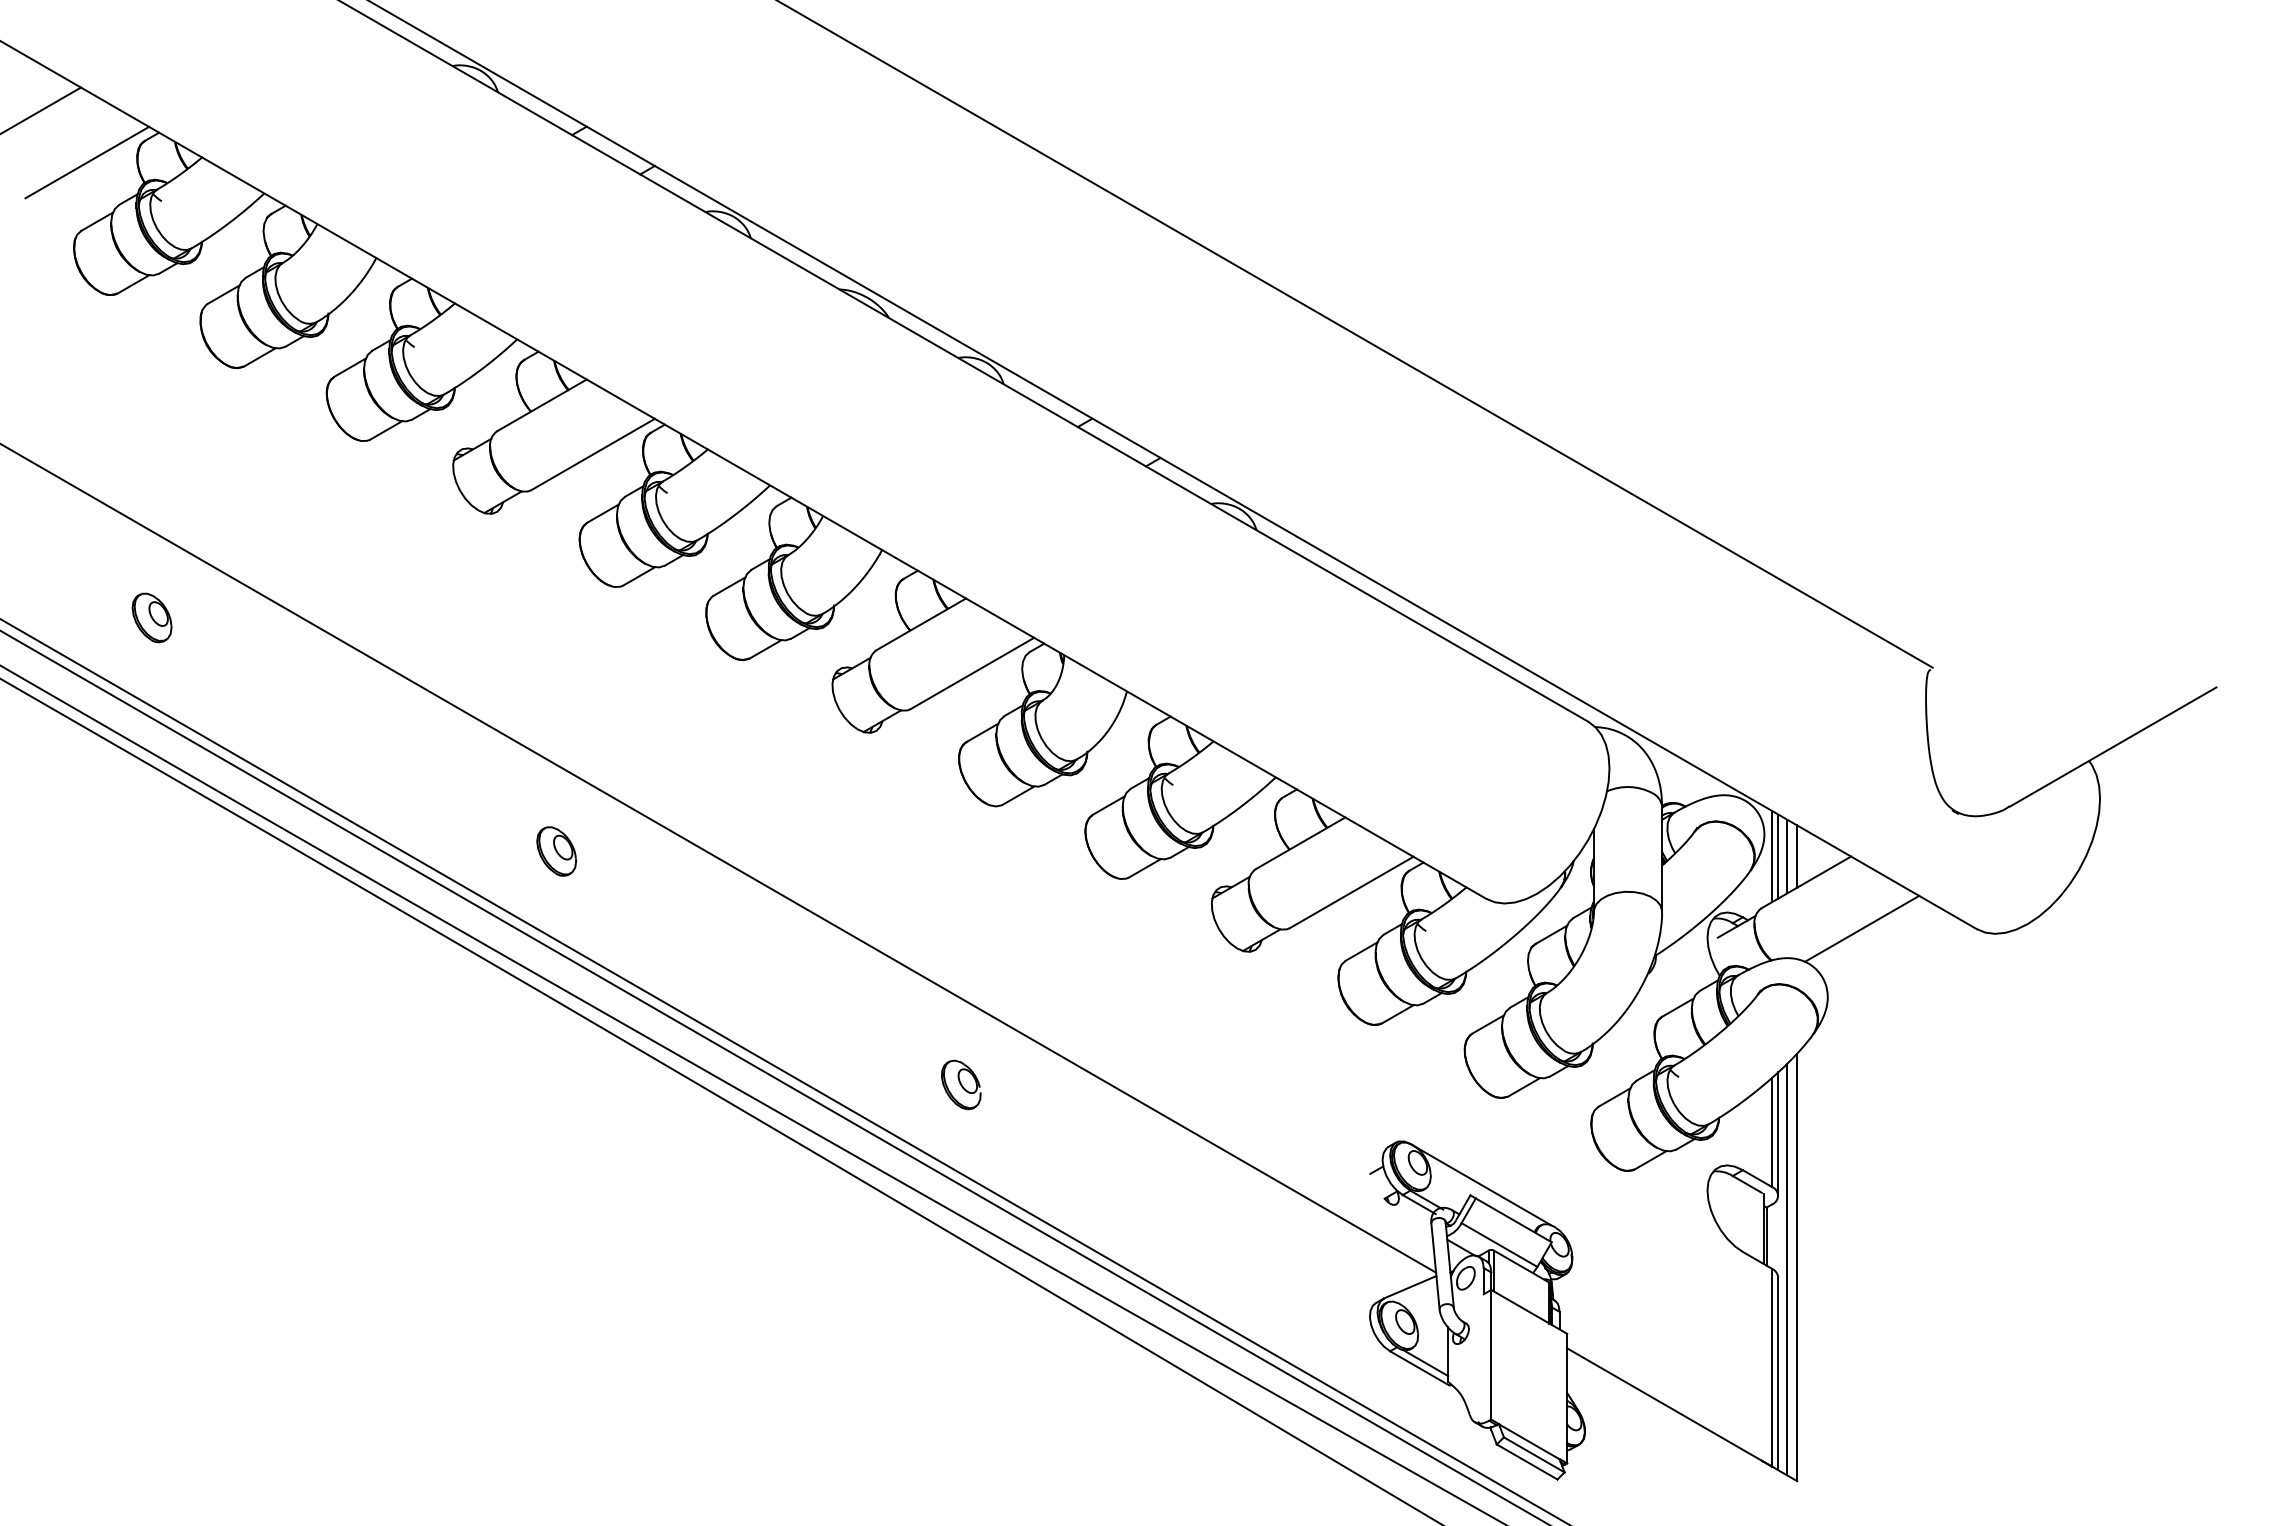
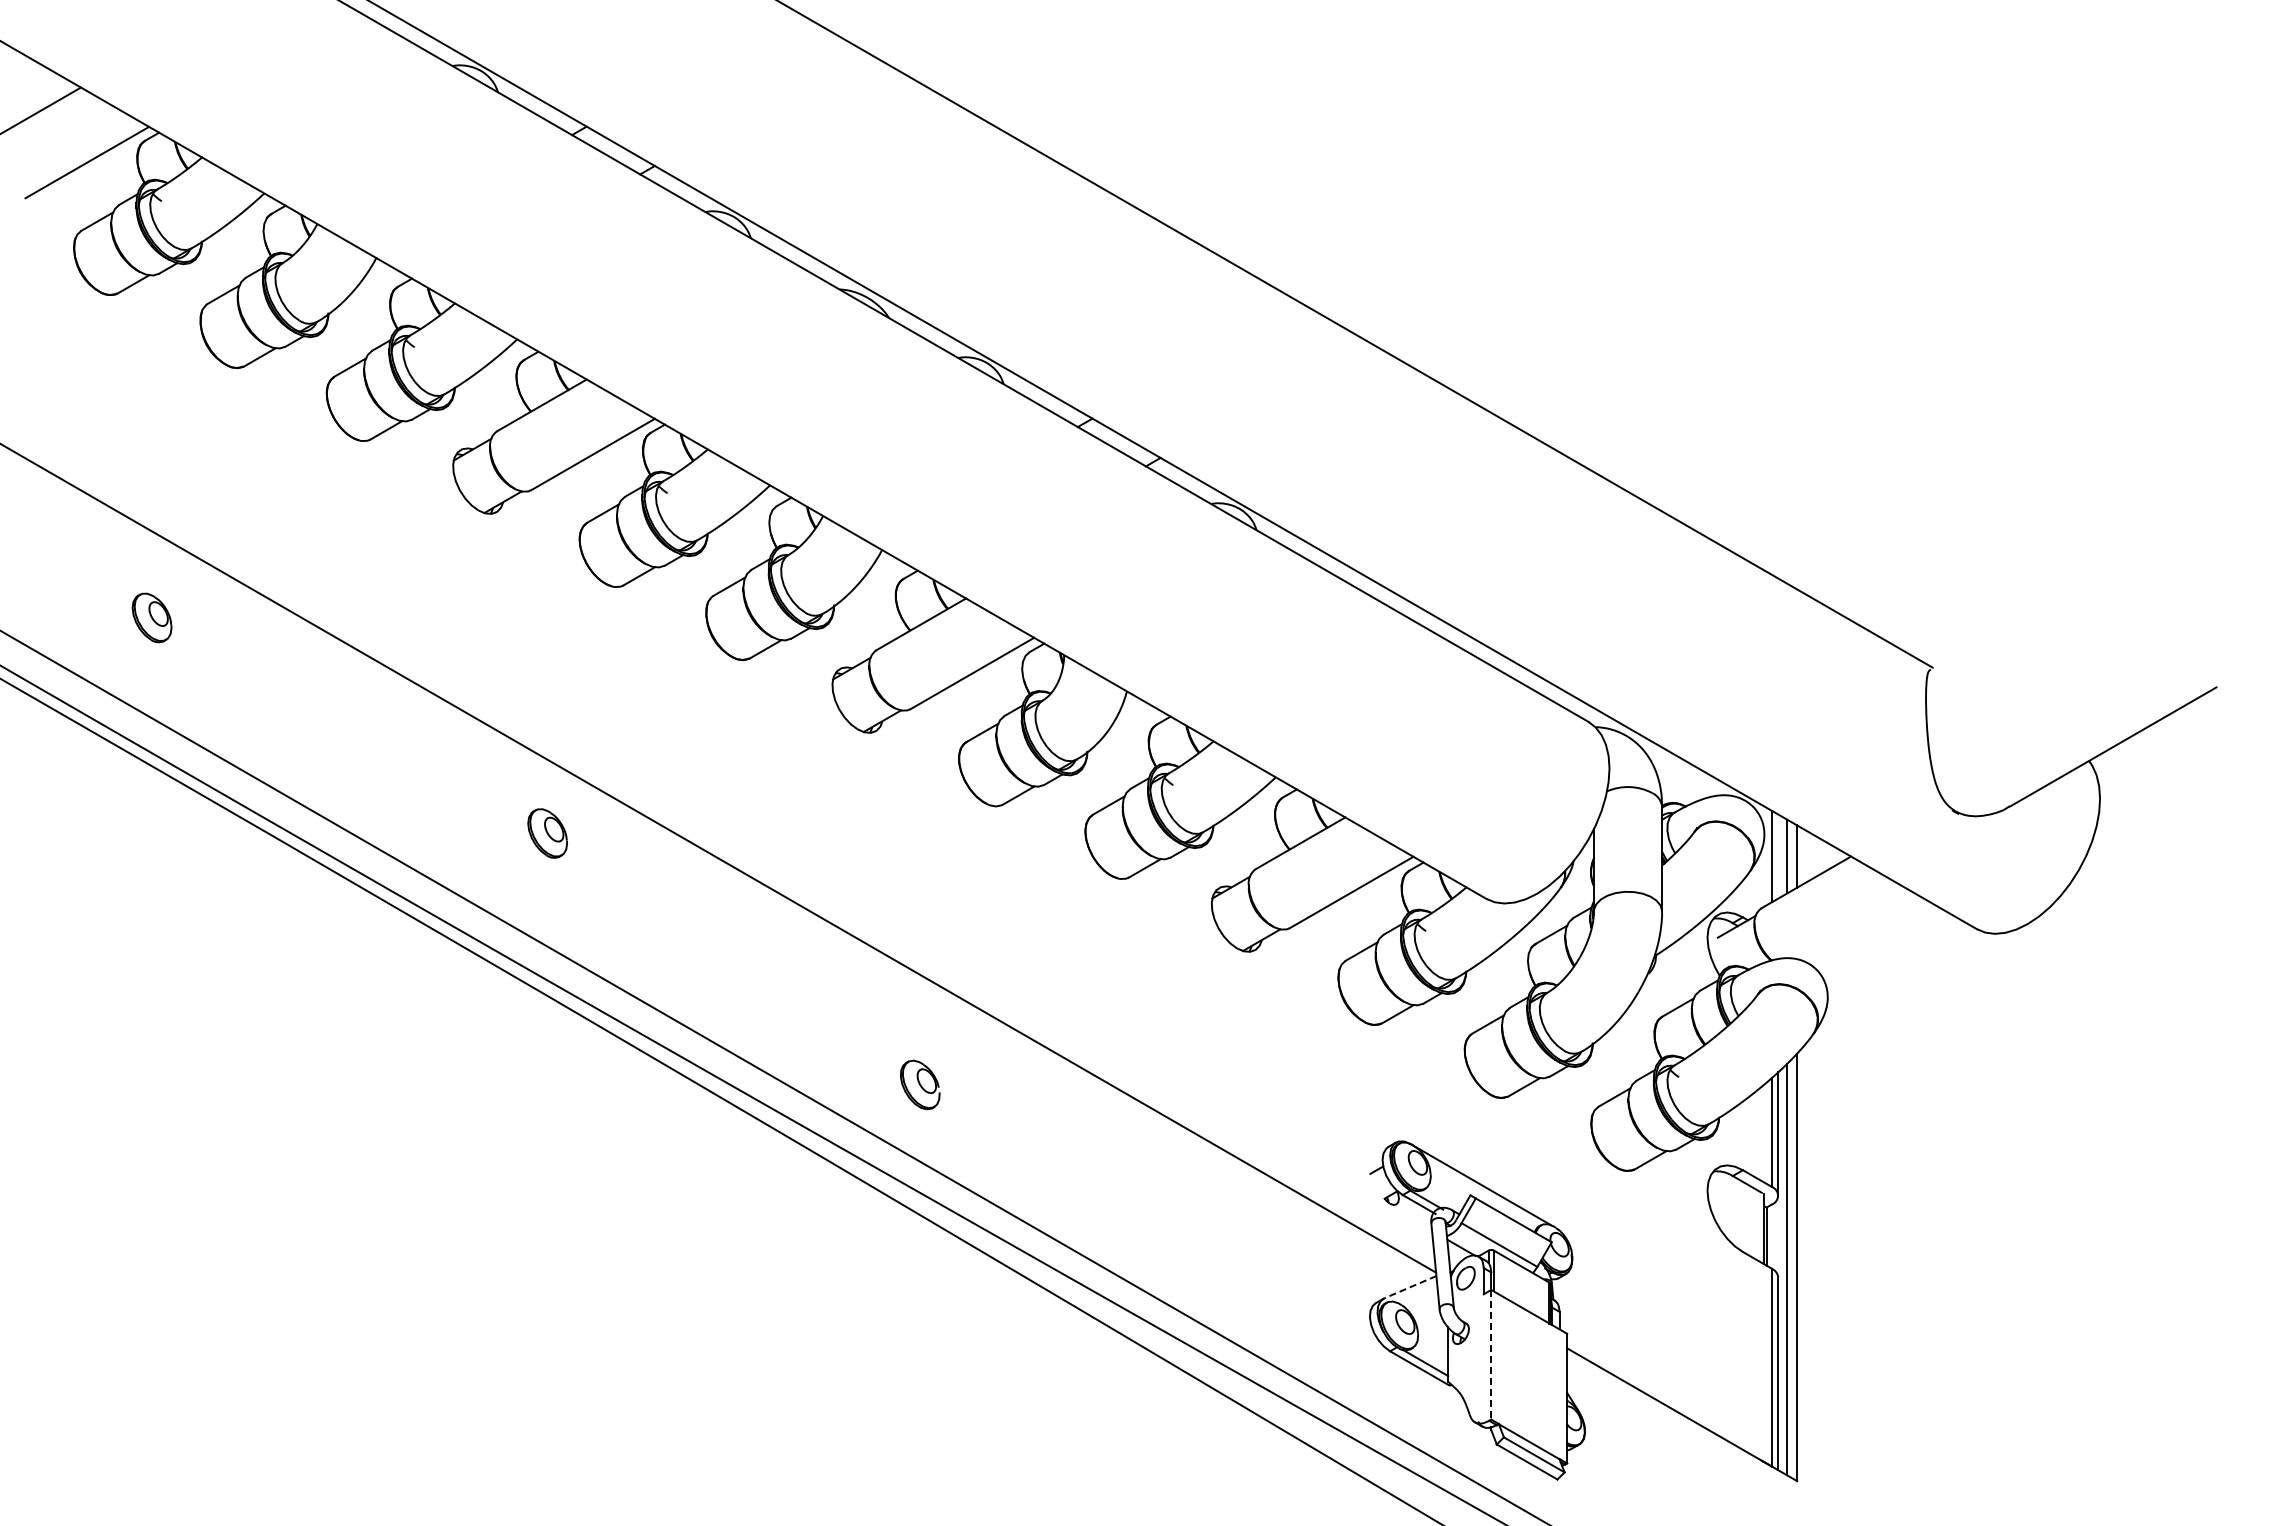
part at (556, 851) position: (556, 851) -> (547, 833)
line at (1778, 856): present -> none
line at (1861, 928): present -> none
line at (784, 1071): present -> none
part at (961, 1084) position: (961, 1084) -> (920, 1084)
line at (1409, 1287): solid -> dashed
line at (1491, 1354): solid -> dashed
